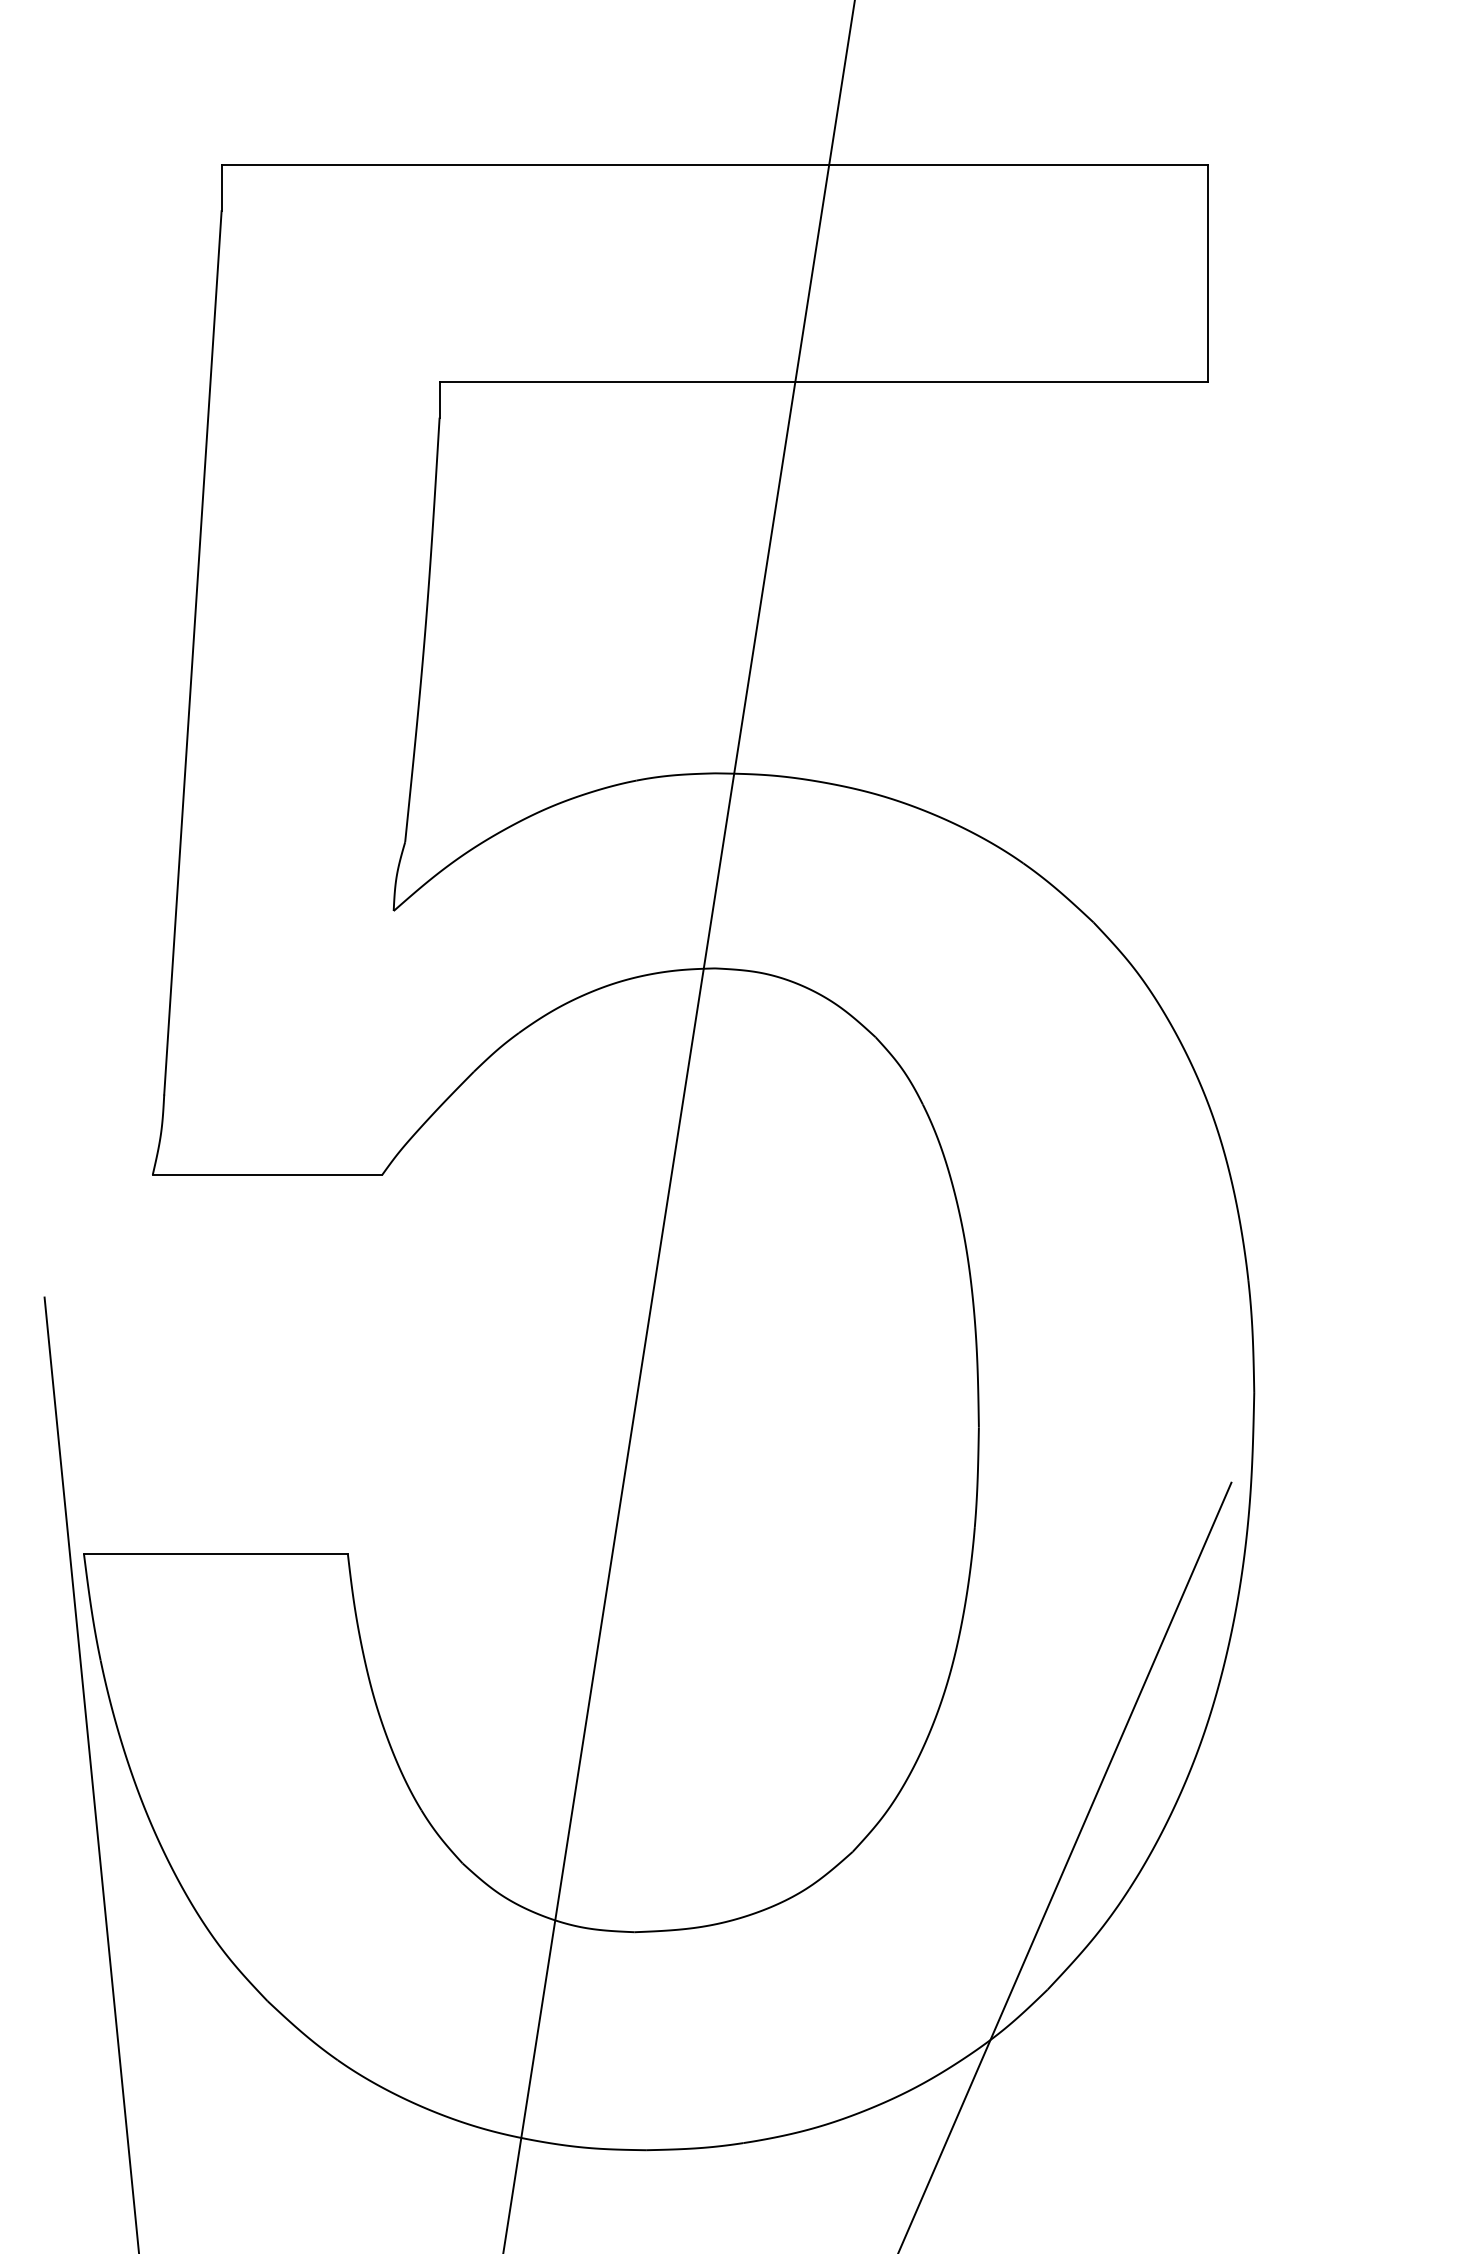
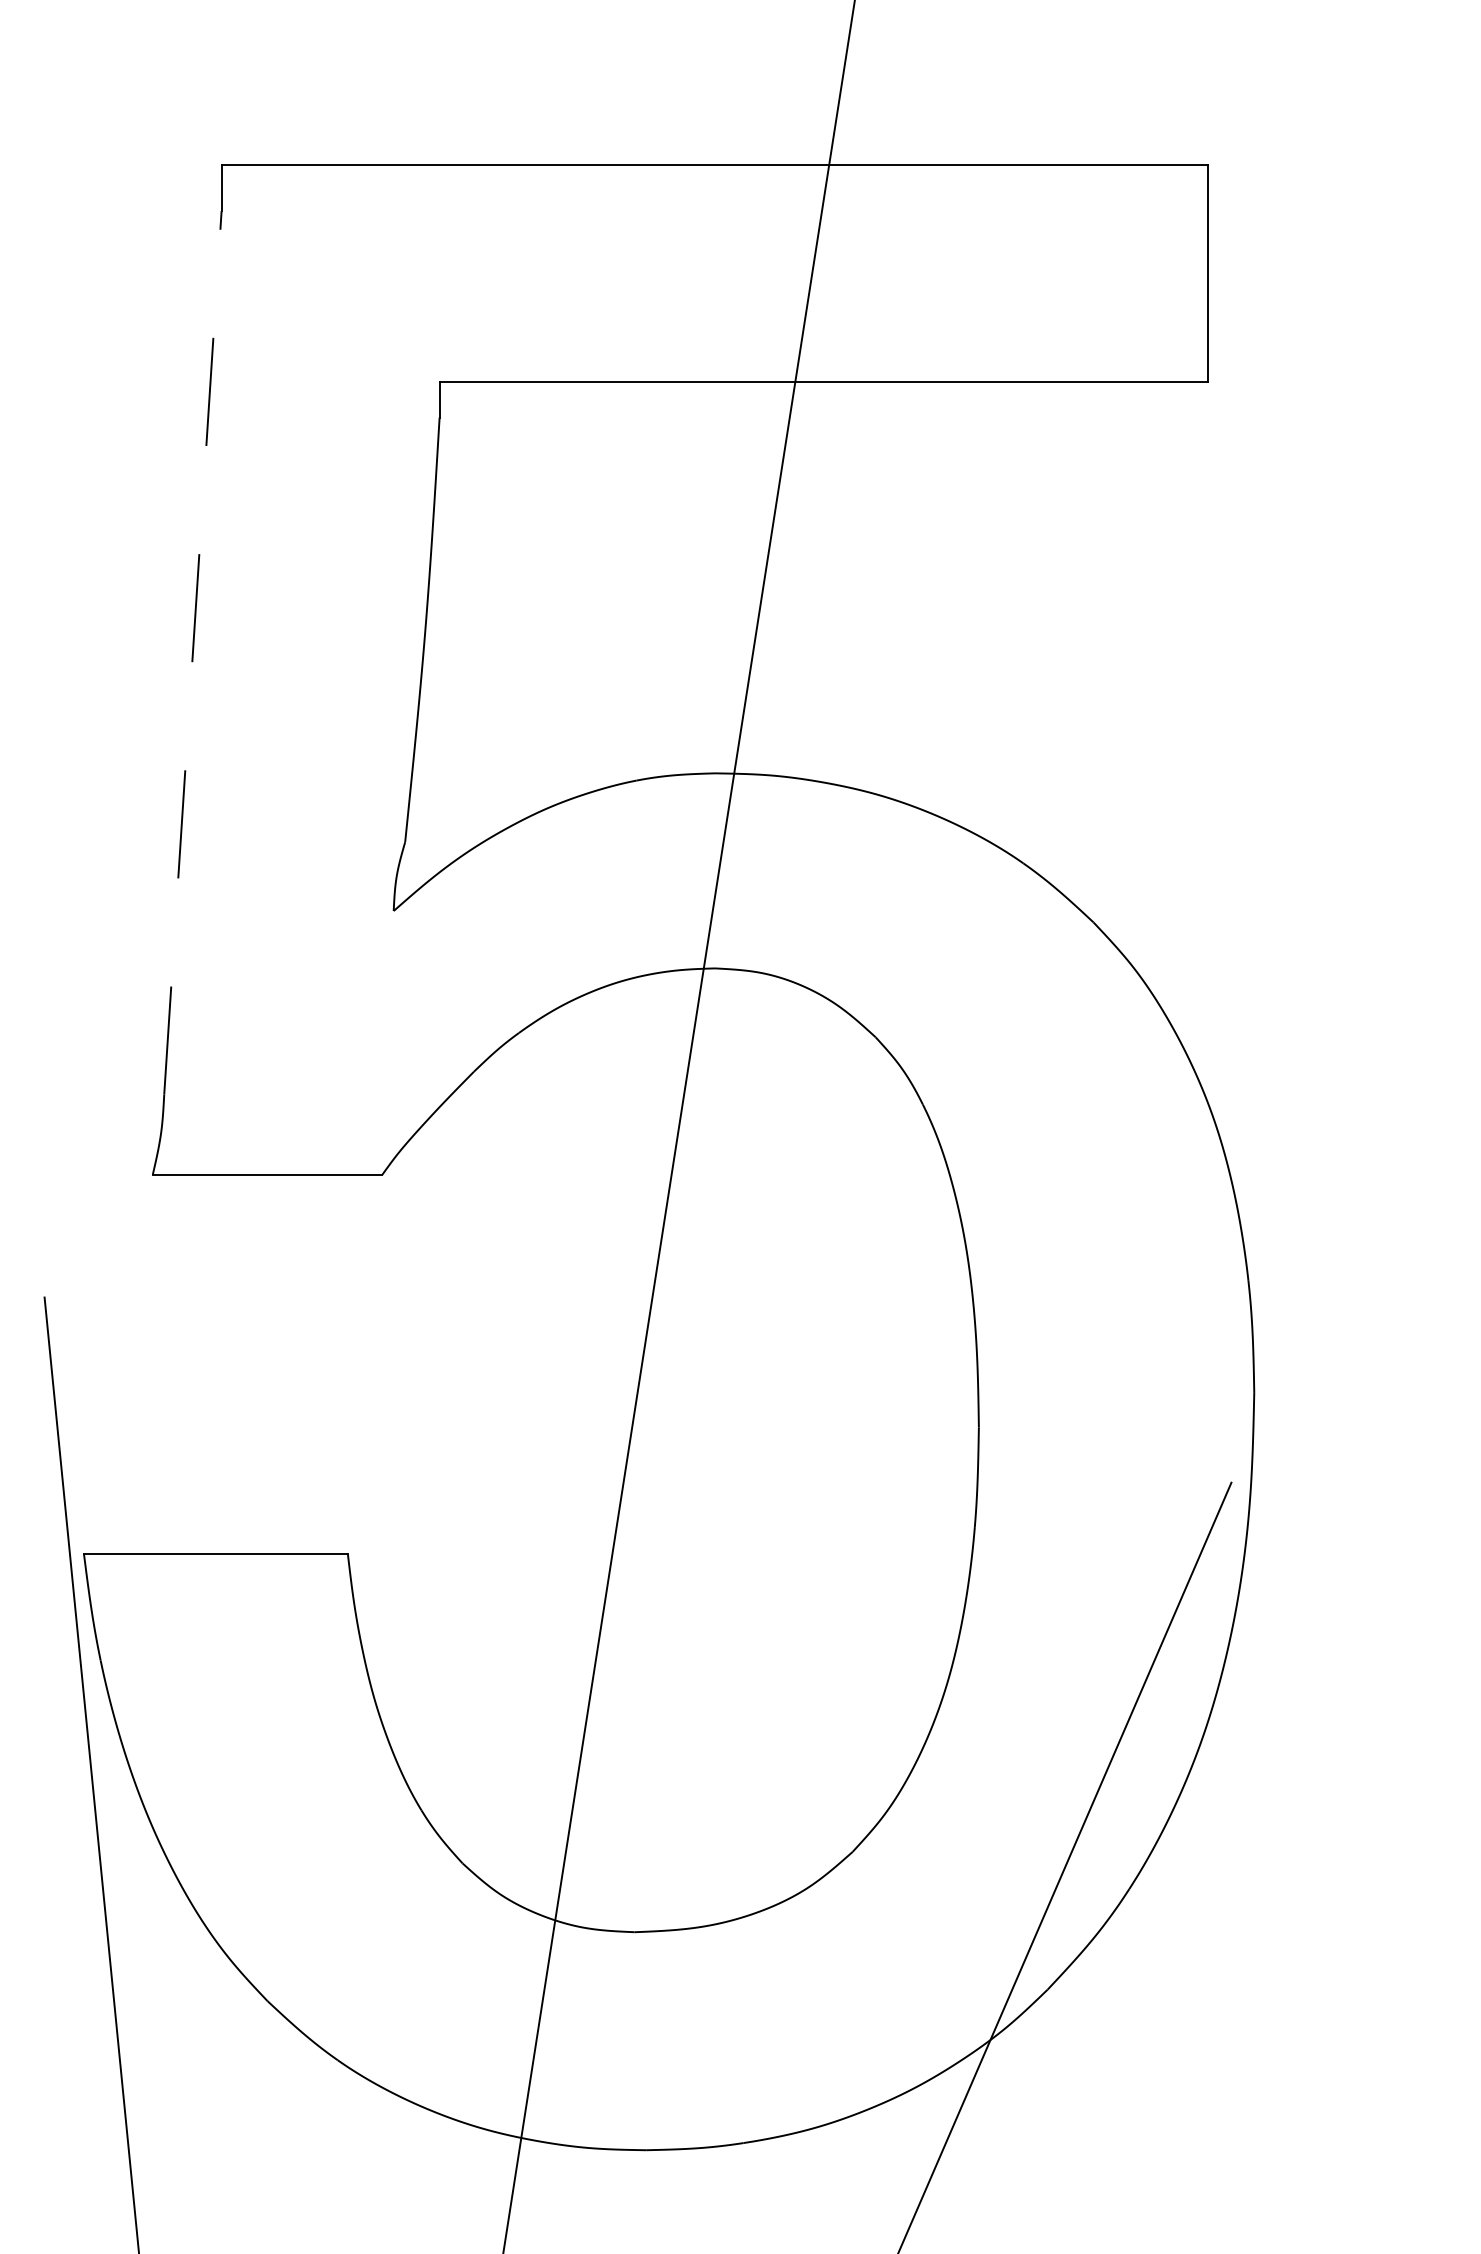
line at (192, 652): solid -> dashed
